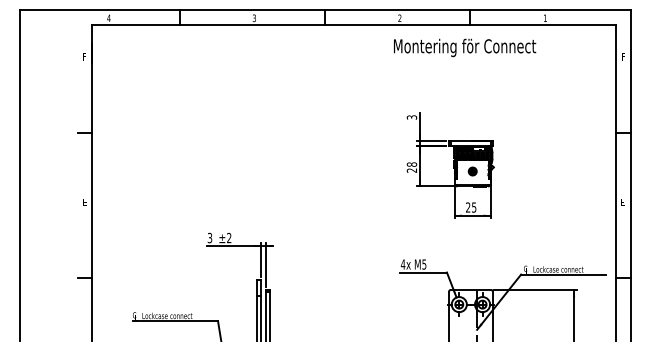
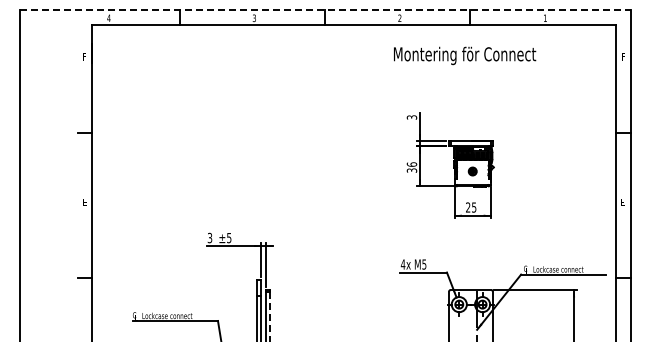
line at (325, 10): solid -> dashed
text at (465, 47) position: (465, 47) -> (465, 55)
text at (411, 167): 28 -> 36
text at (229, 237): ±2 -> ±5
line at (270, 316): solid -> dashed
